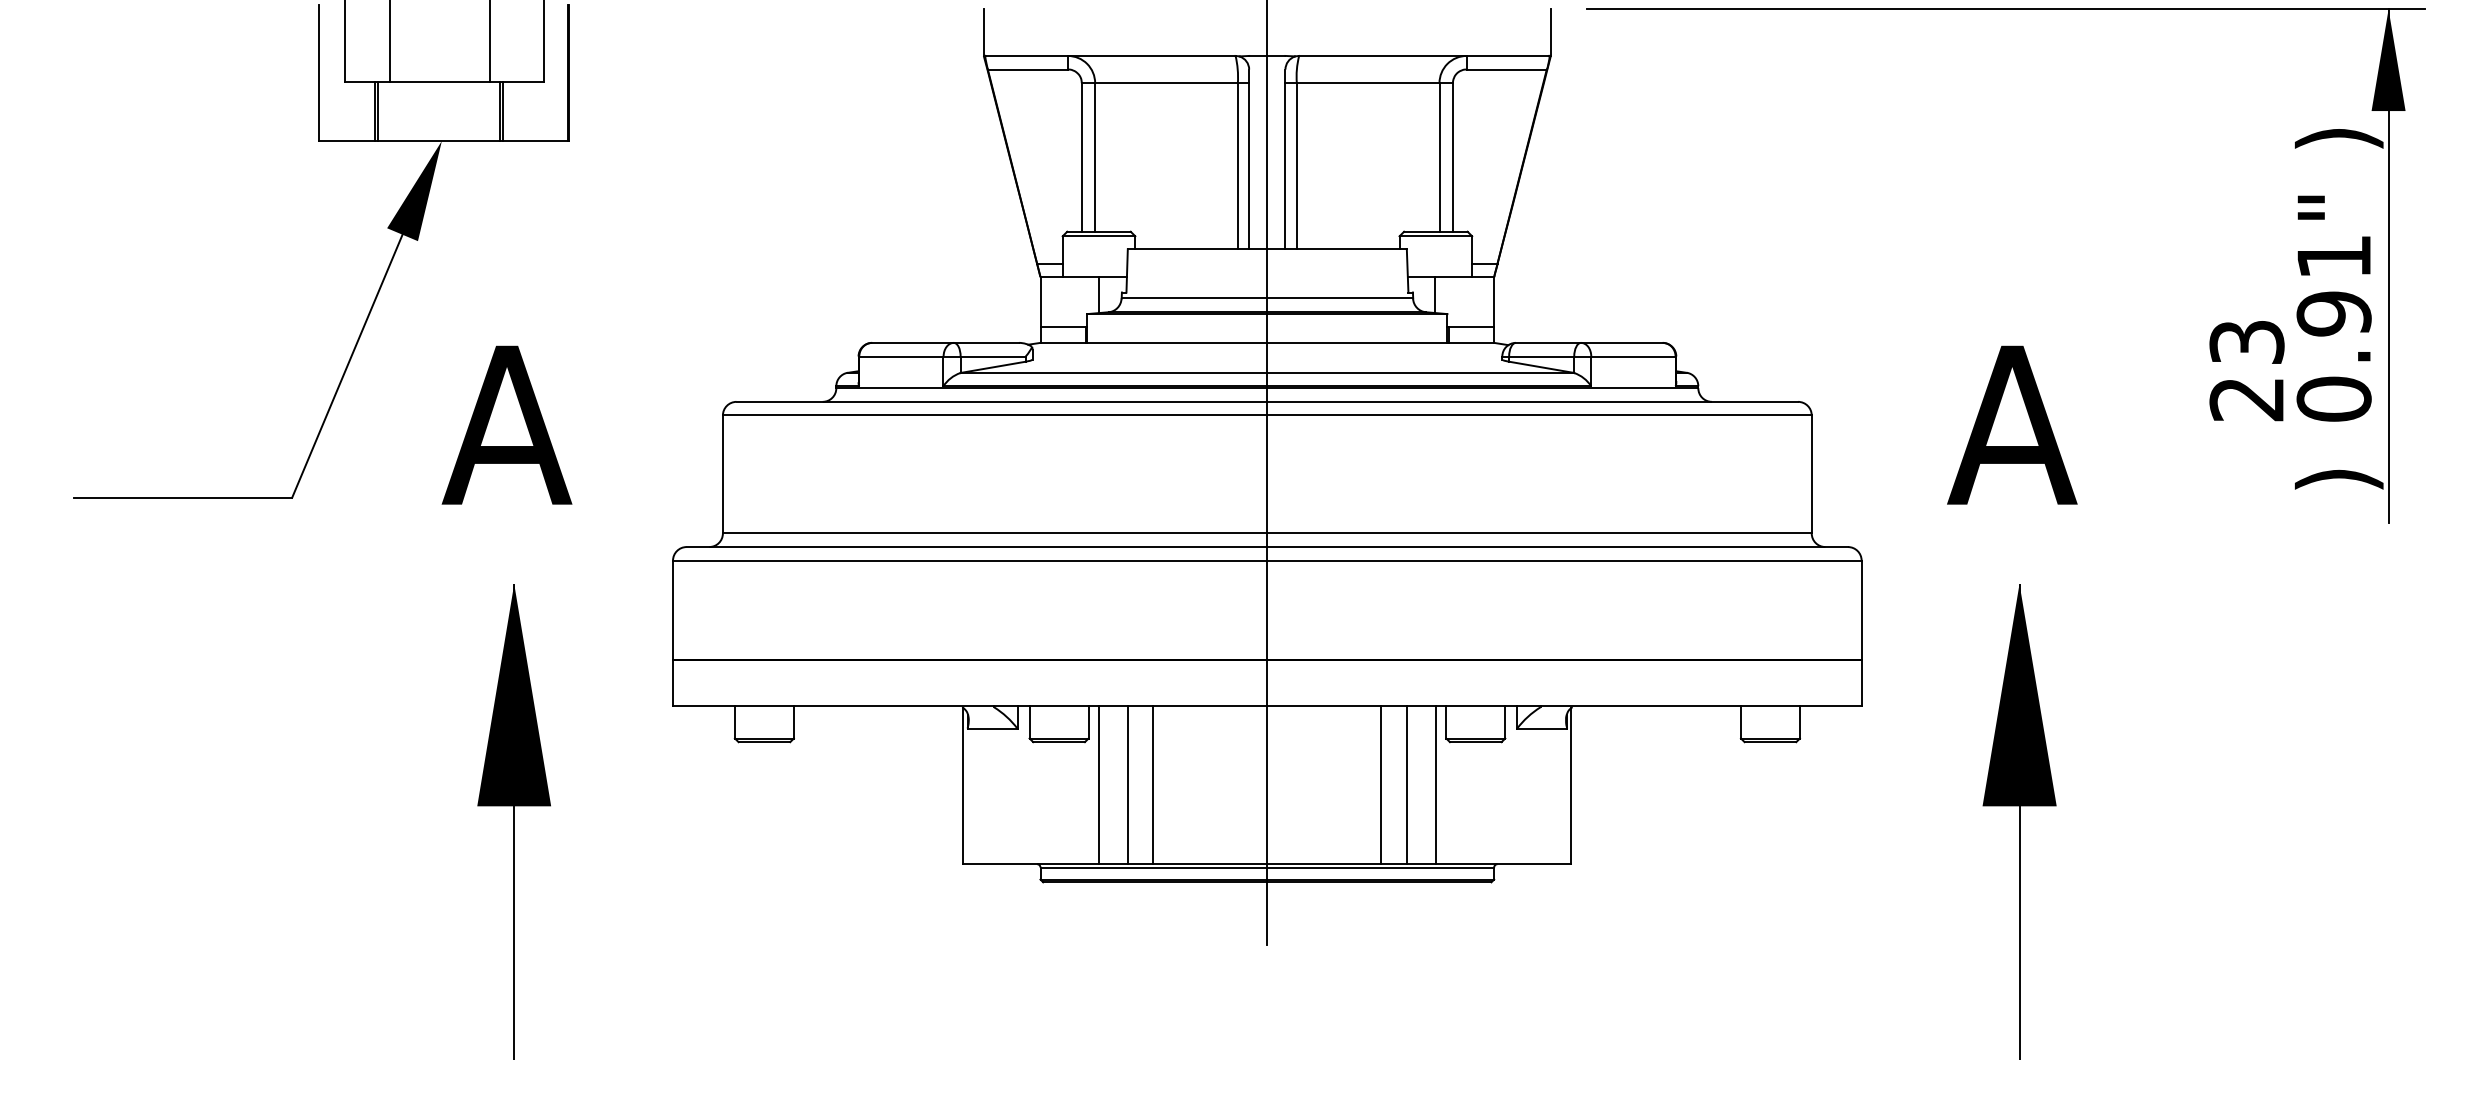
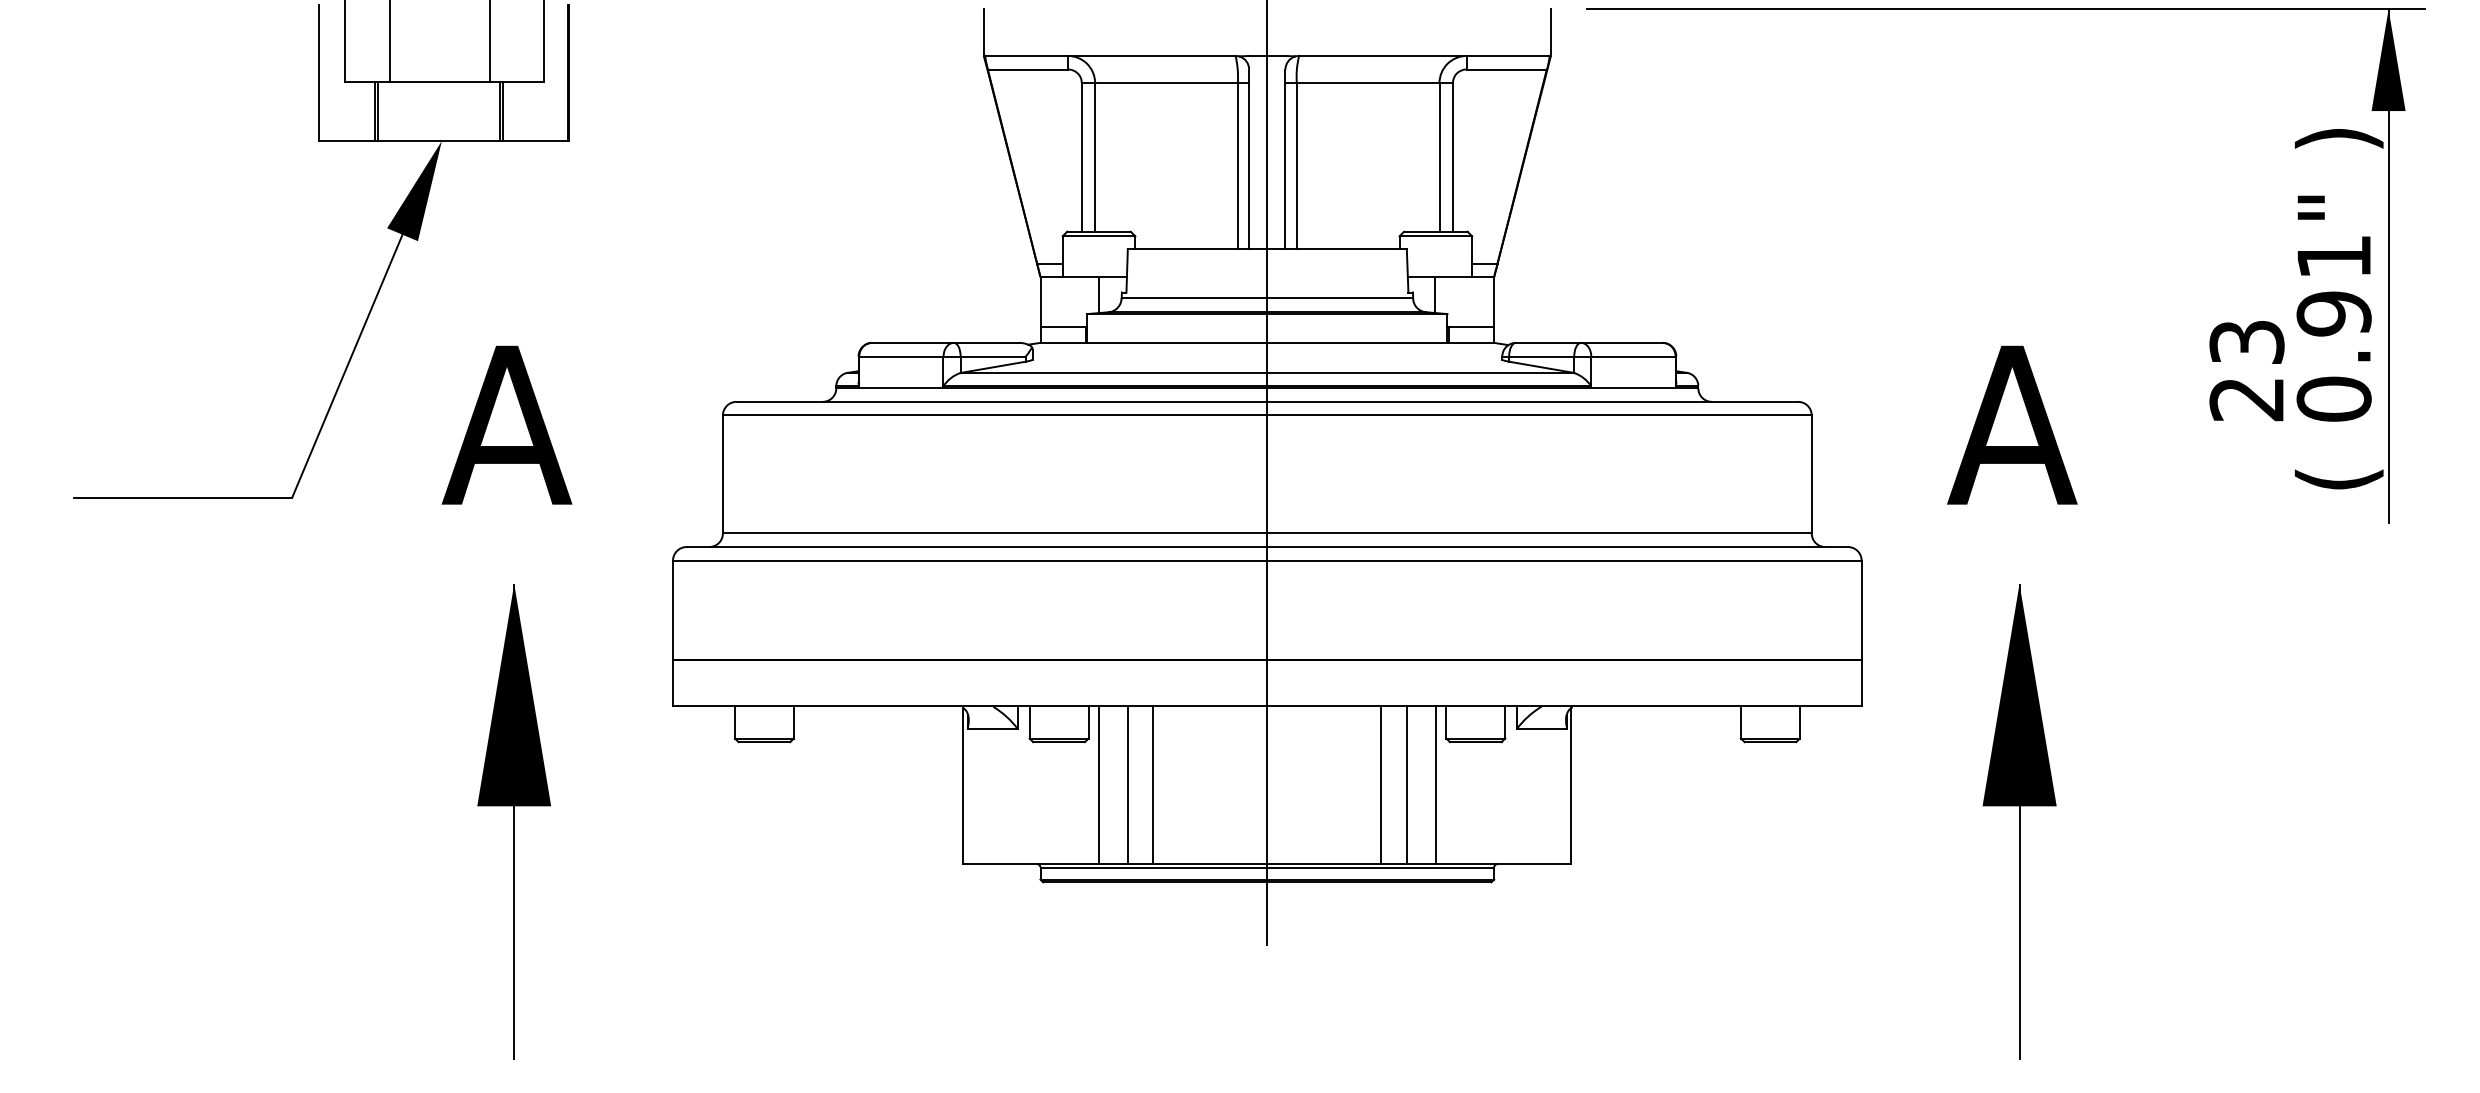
text at (2338, 479): ) -> (
